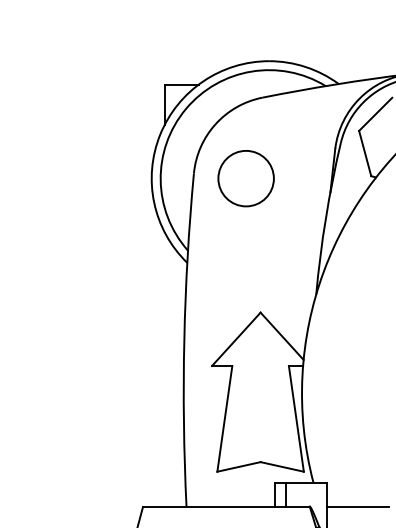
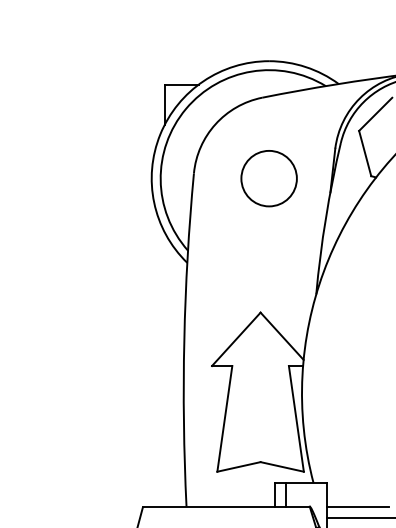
circle at (245, 178) position: (245, 178) -> (268, 178)
line at (359, 518): none -> present
